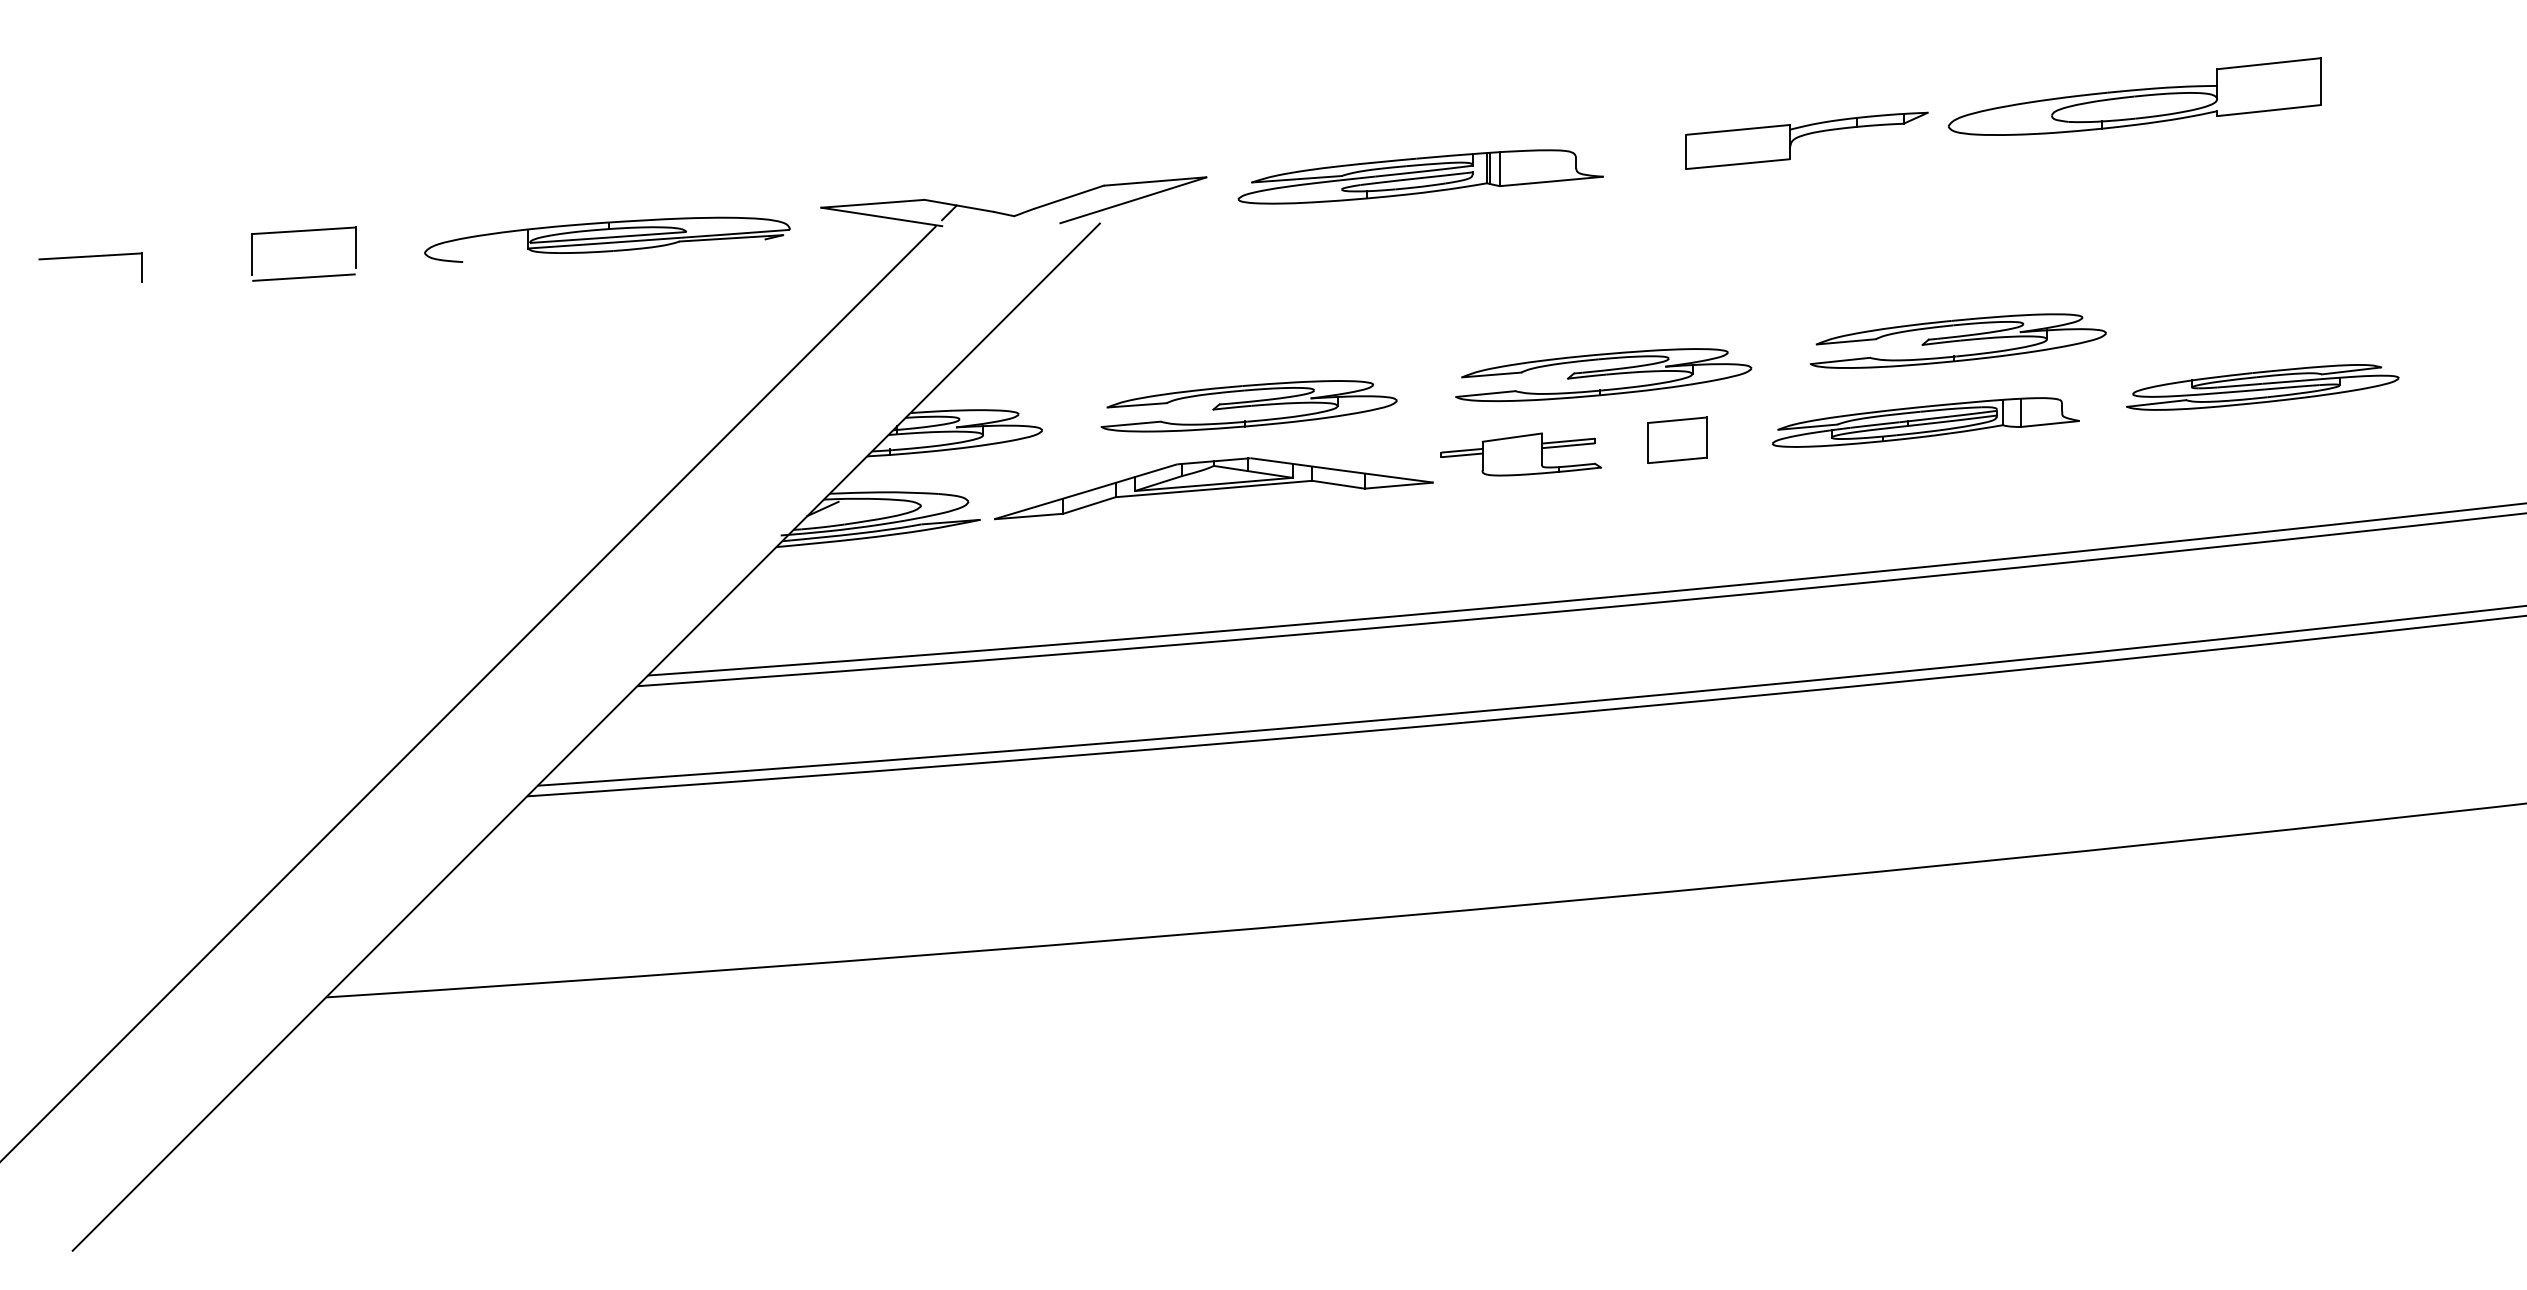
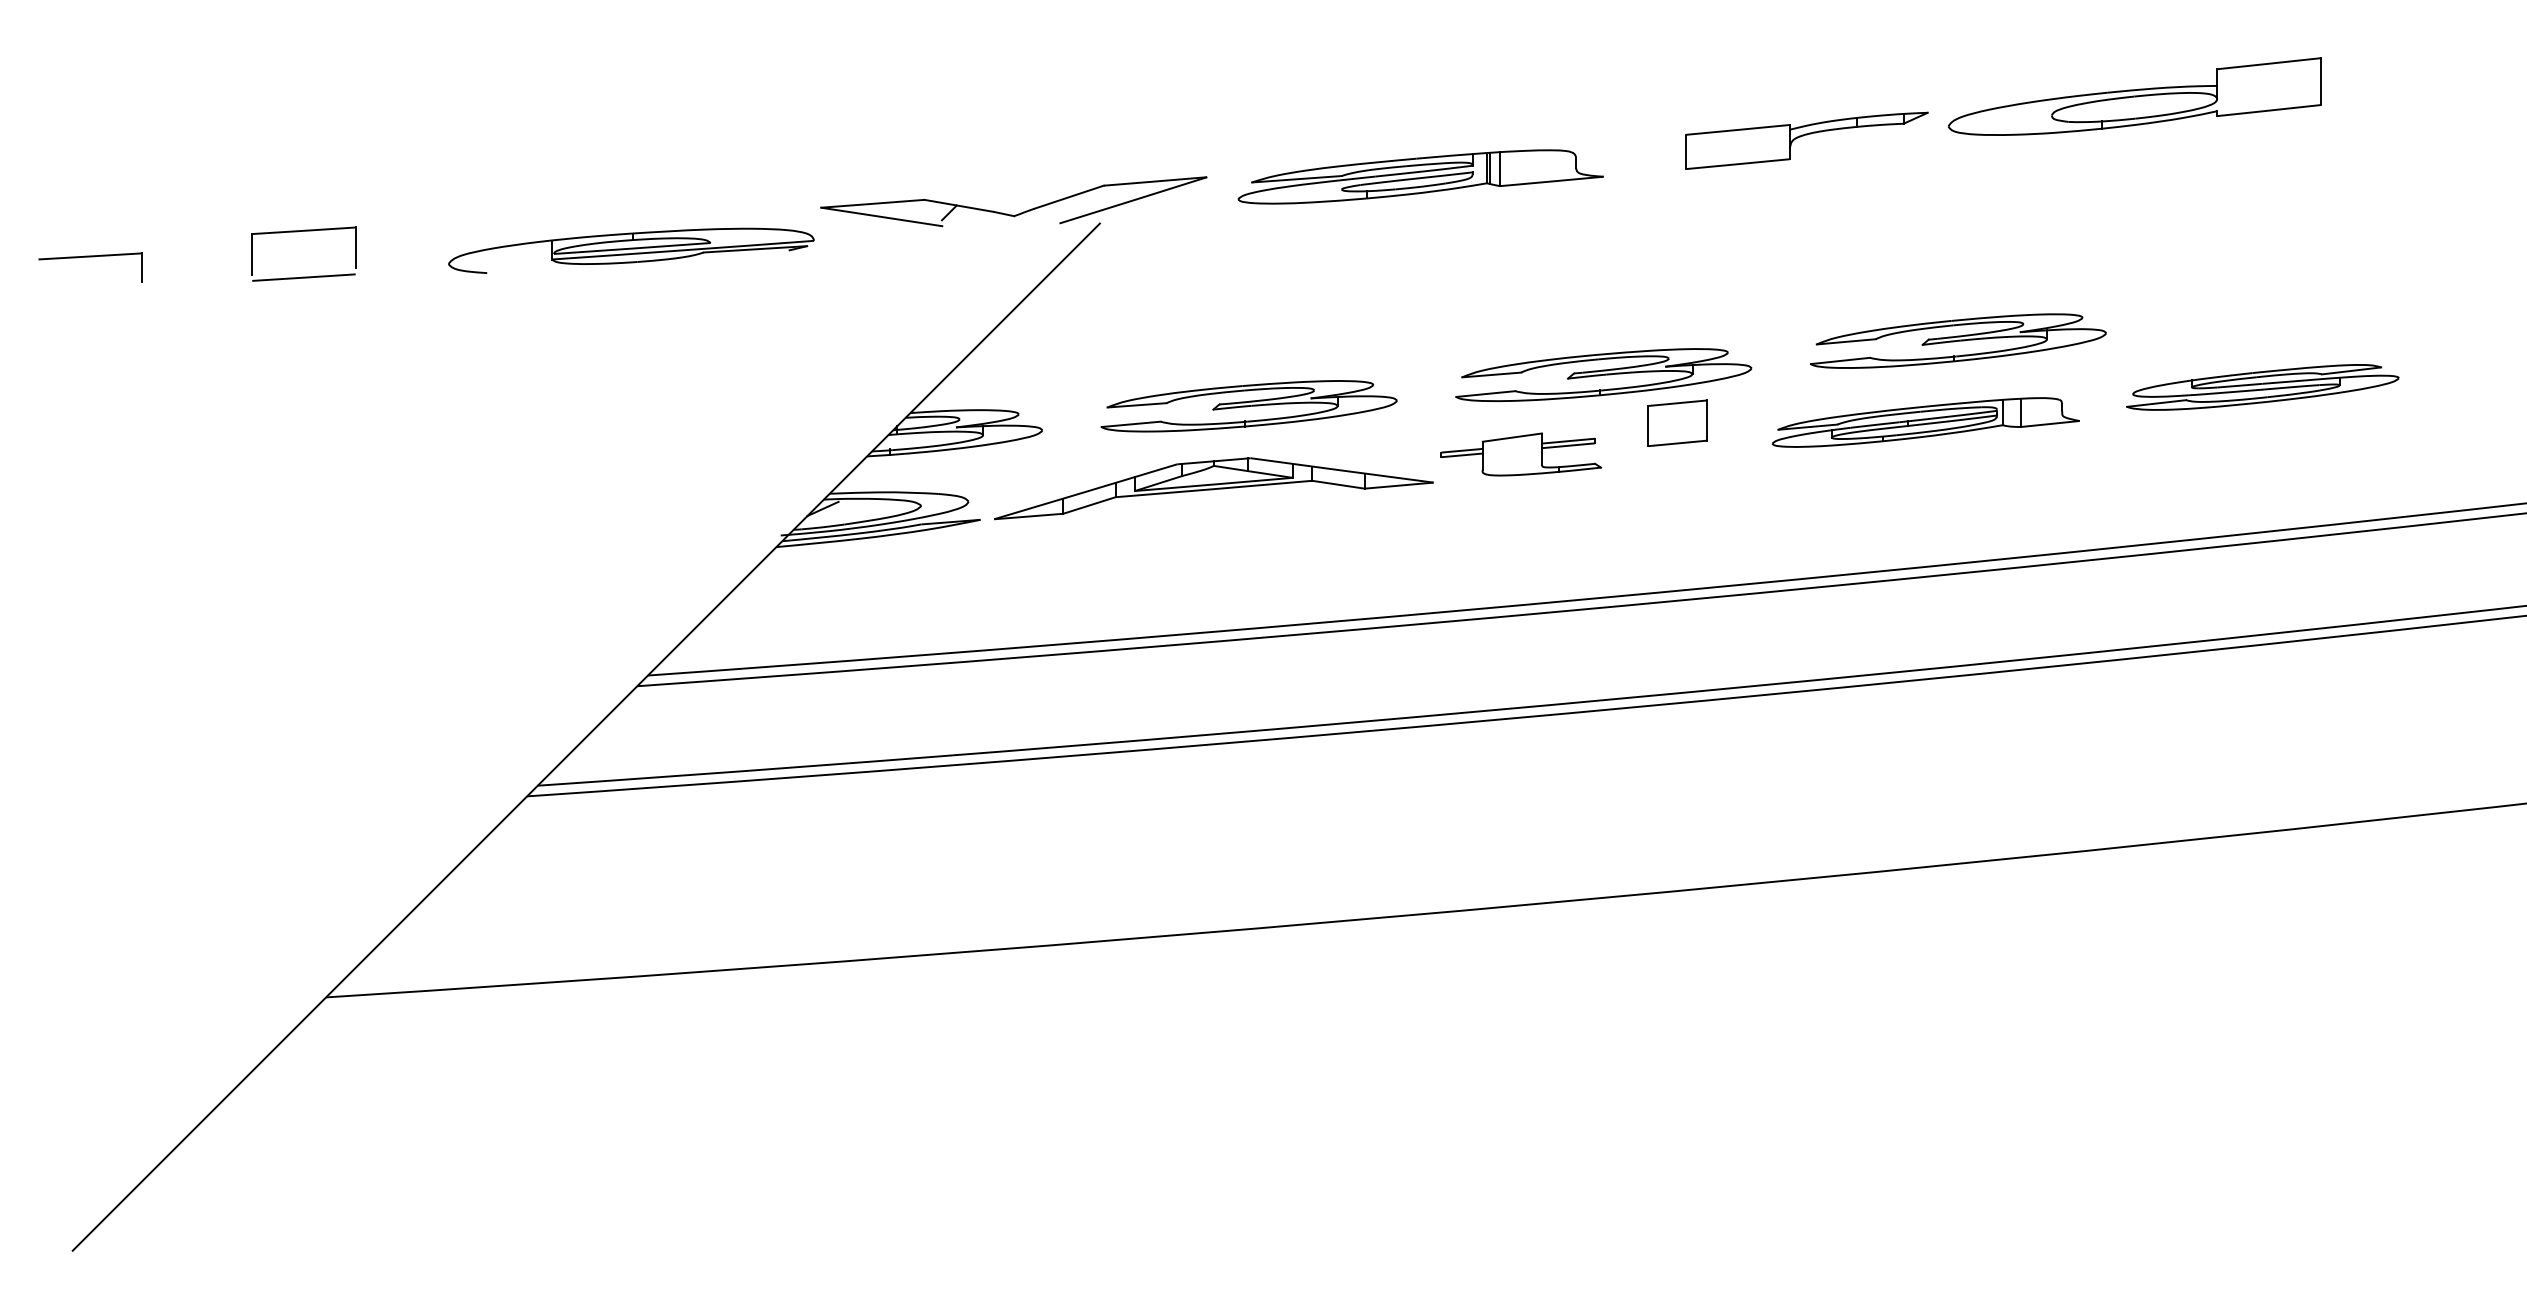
part at (607, 239) position: (607, 239) -> (631, 250)
part at (1677, 439) position: (1677, 439) -> (1677, 422)
line at (468, 693): present -> none
